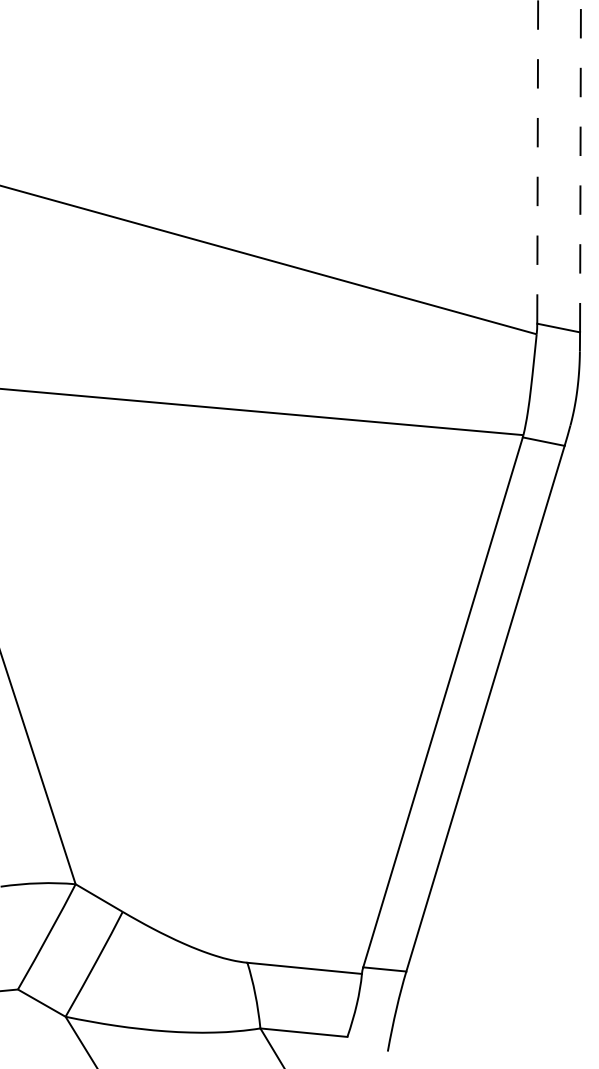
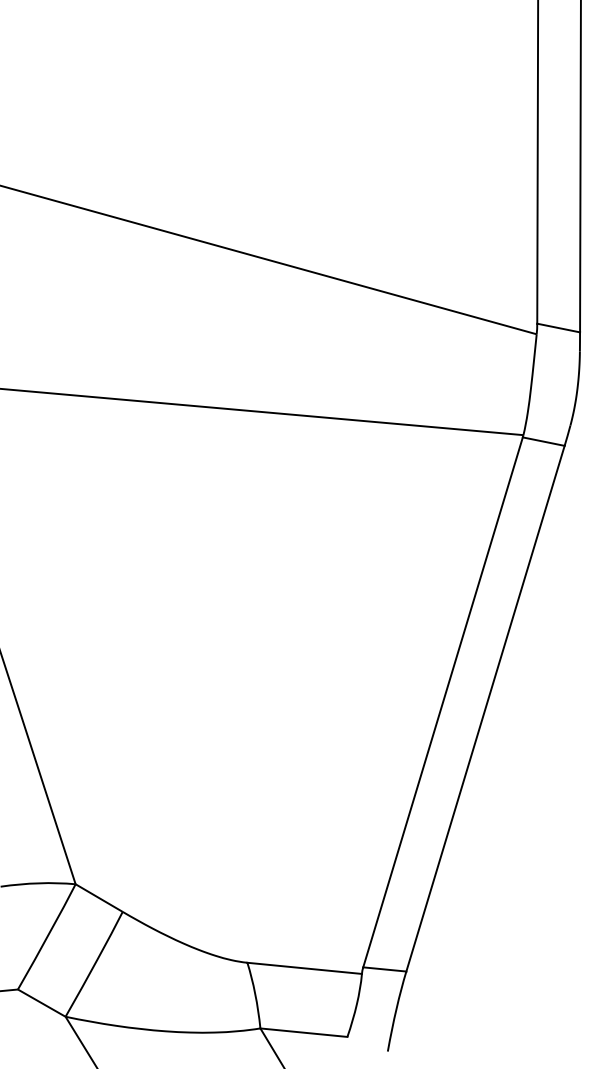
line at (537, 161): dashed -> solid
line at (580, 165): dashed -> solid
